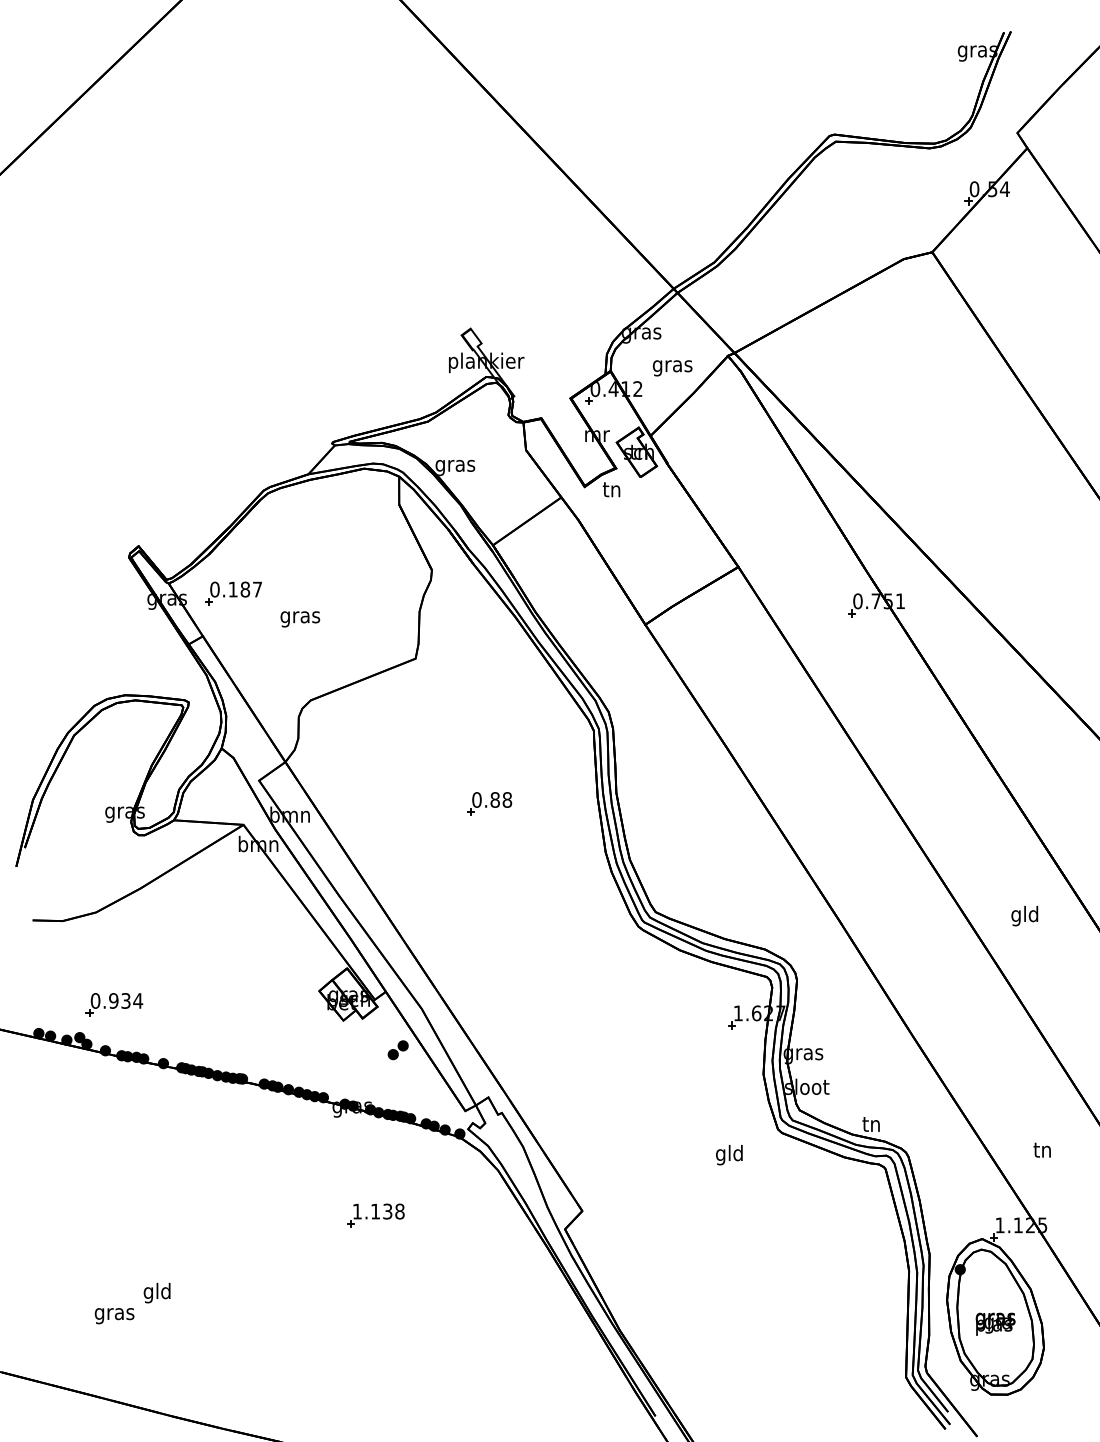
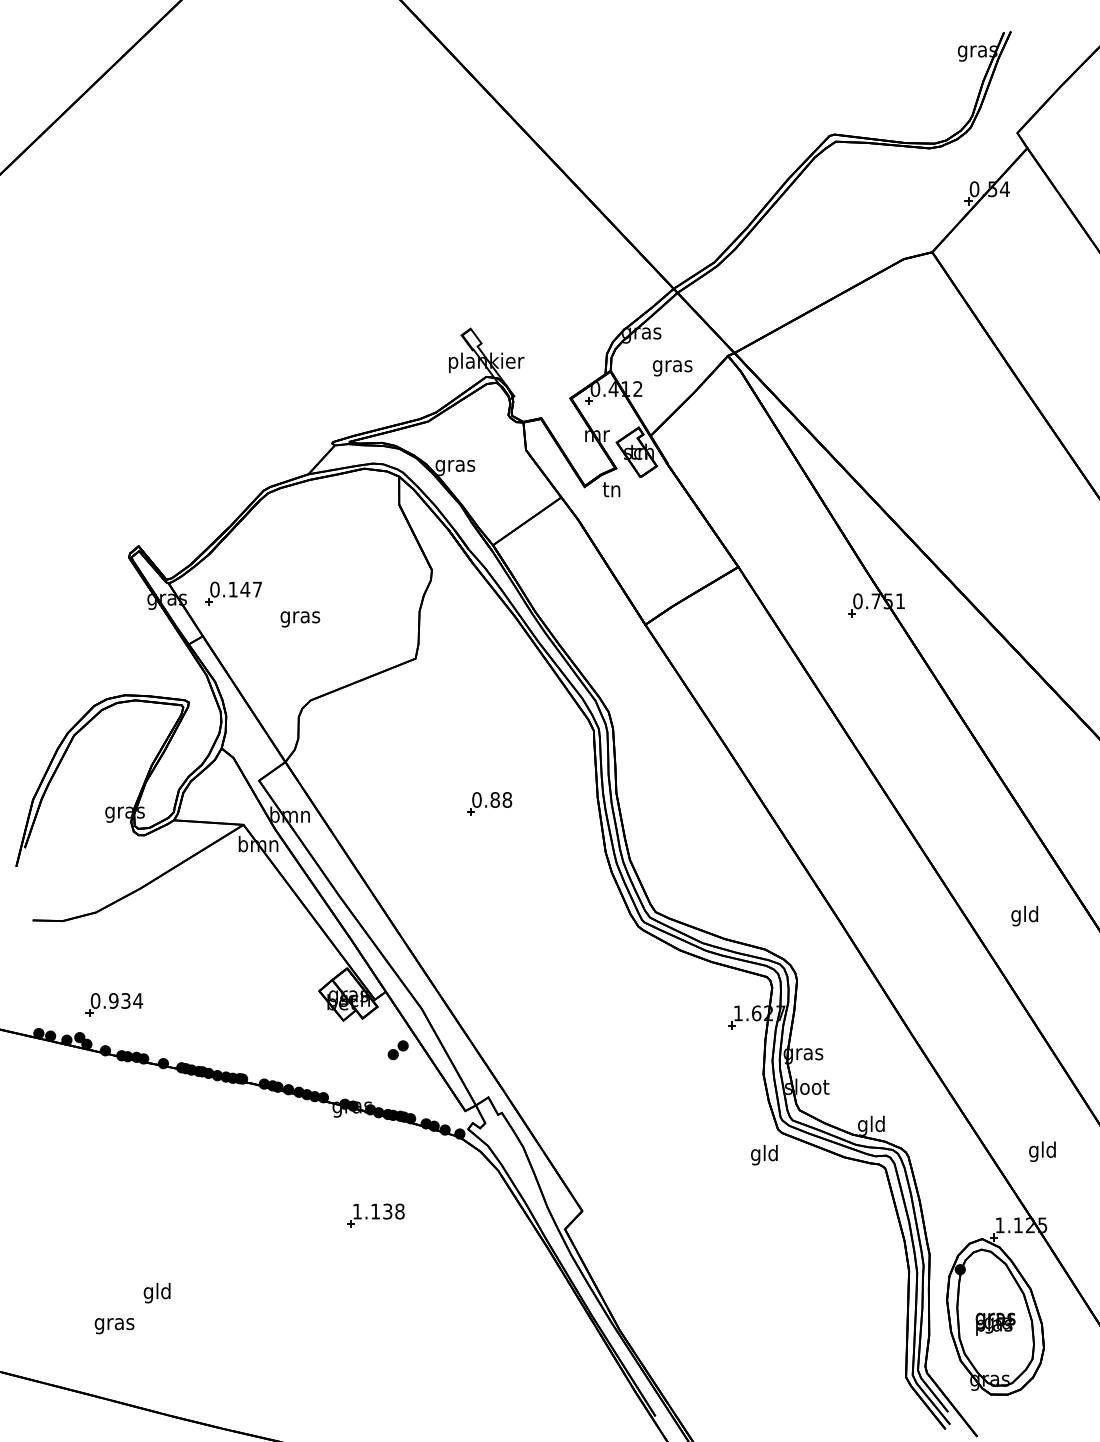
text at (245, 589): 0.187 -> 0.147
text at (871, 1125): tn -> gld
text at (1042, 1151): tn -> gld
text at (729, 1155) position: (729, 1155) -> (764, 1155)
text at (114, 1316) position: (114, 1316) -> (114, 1326)
